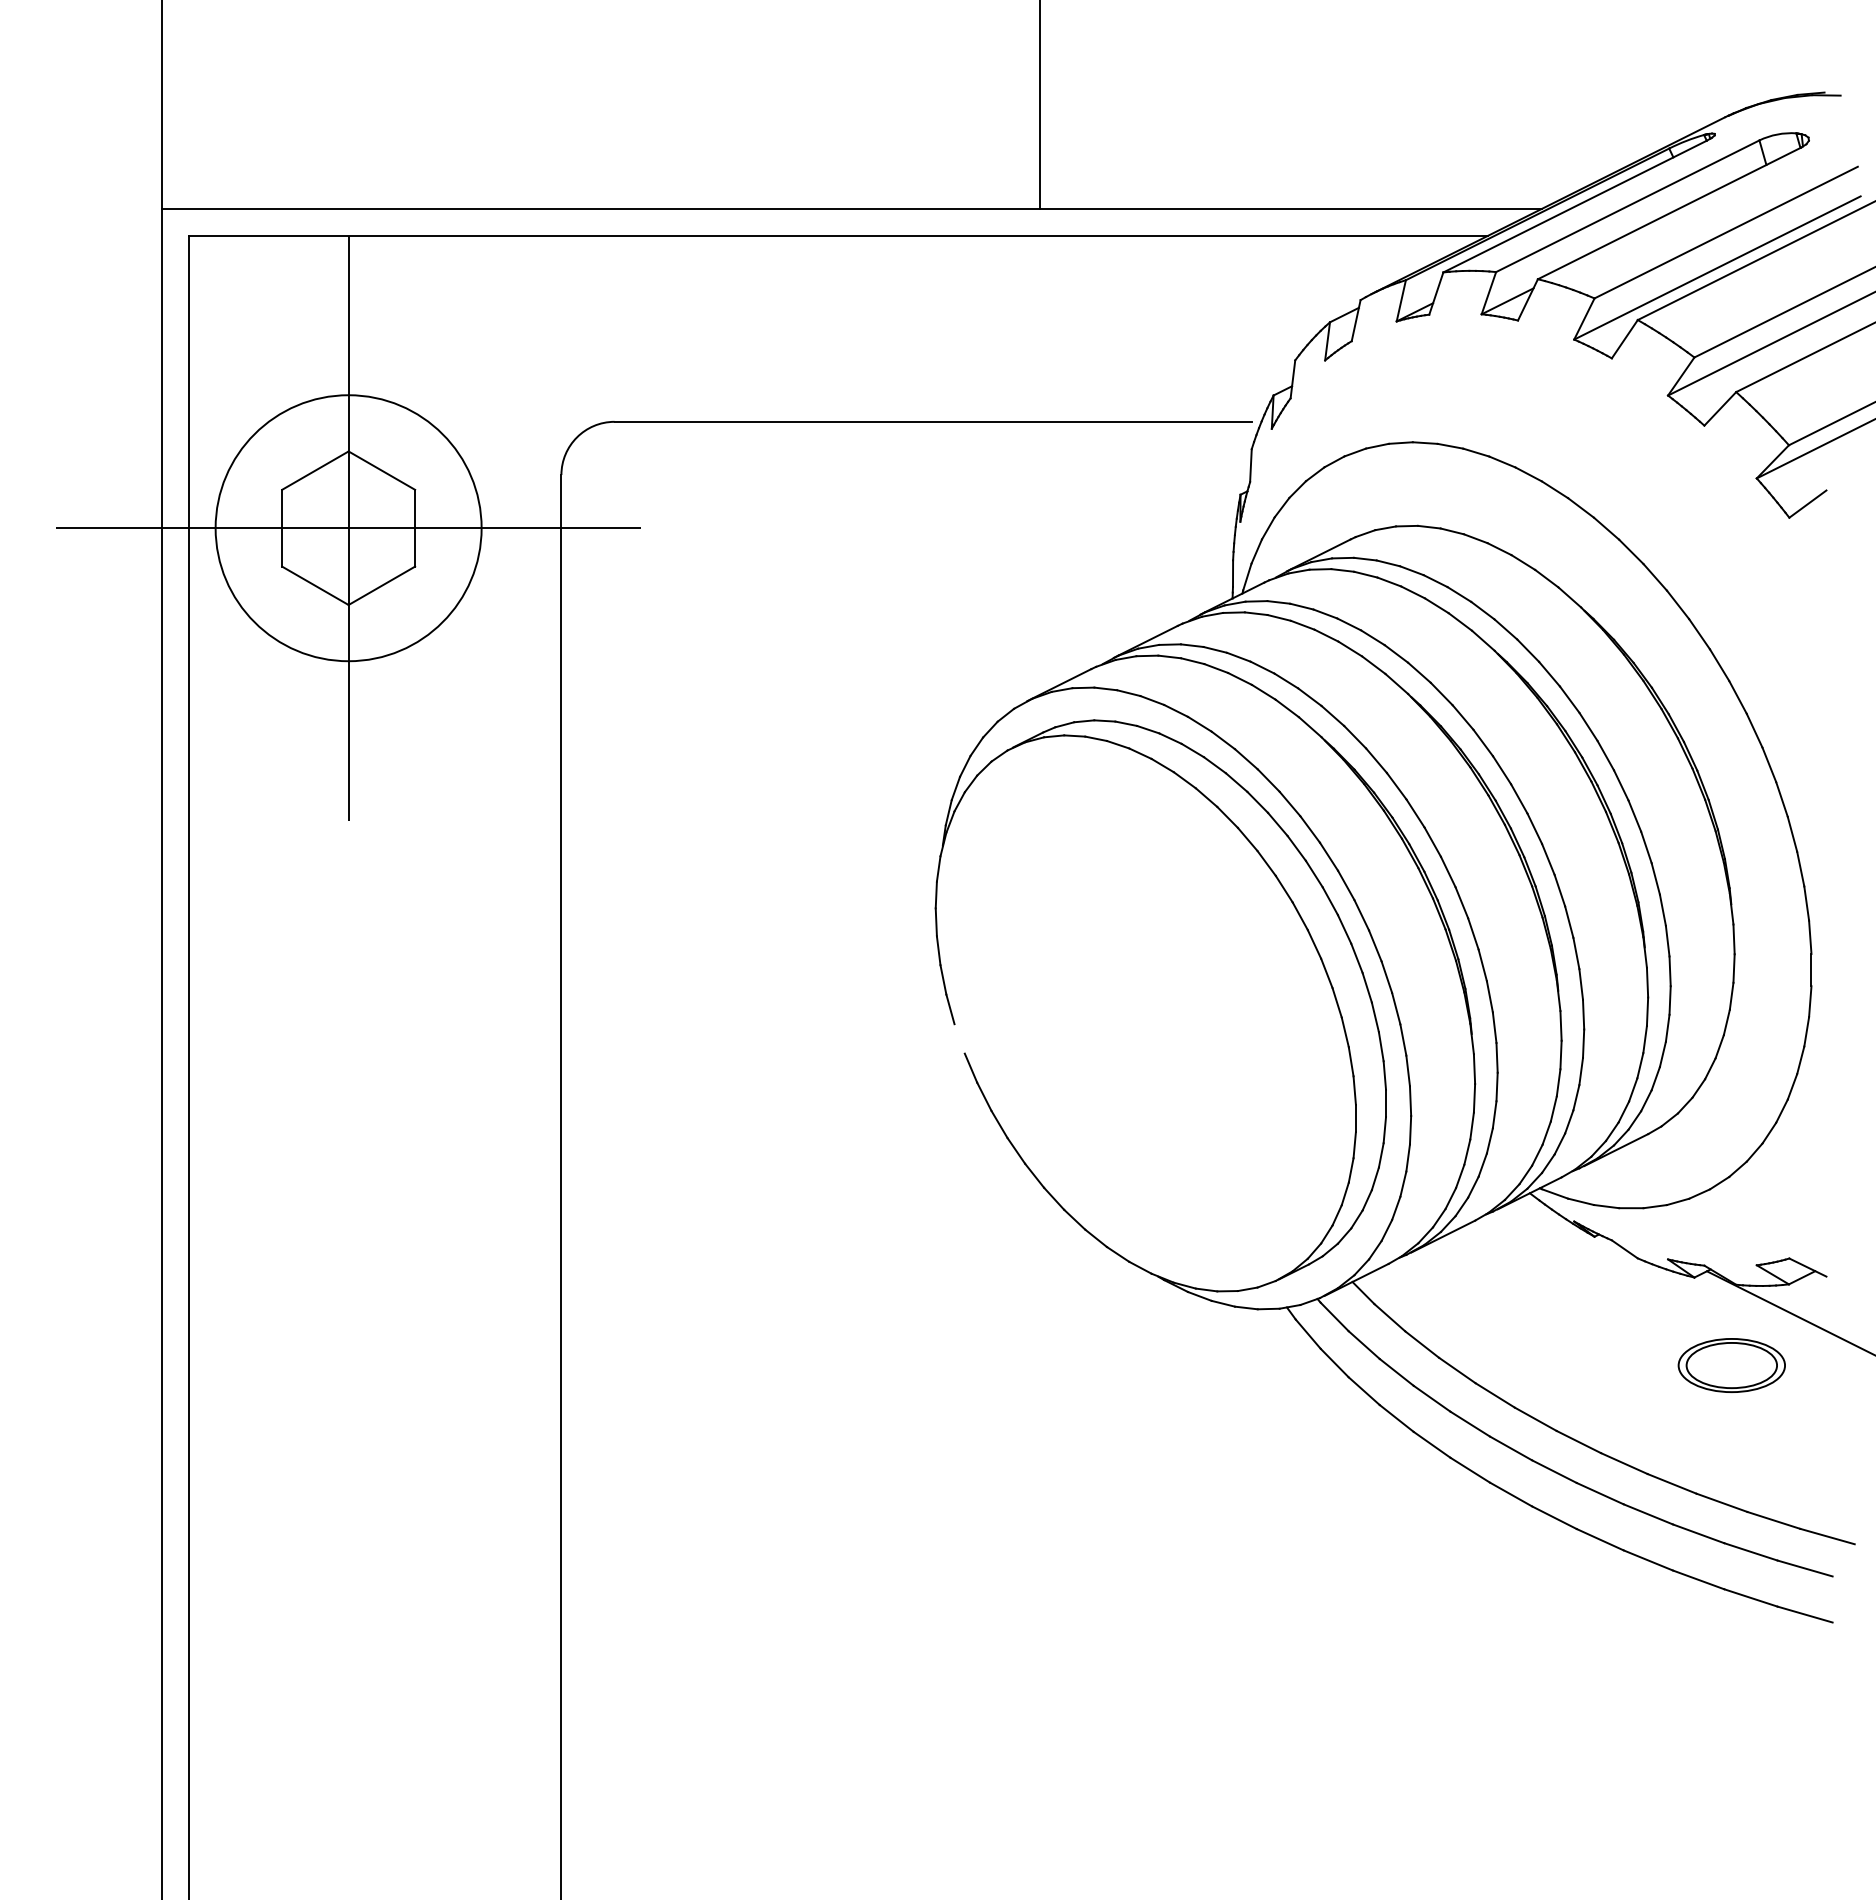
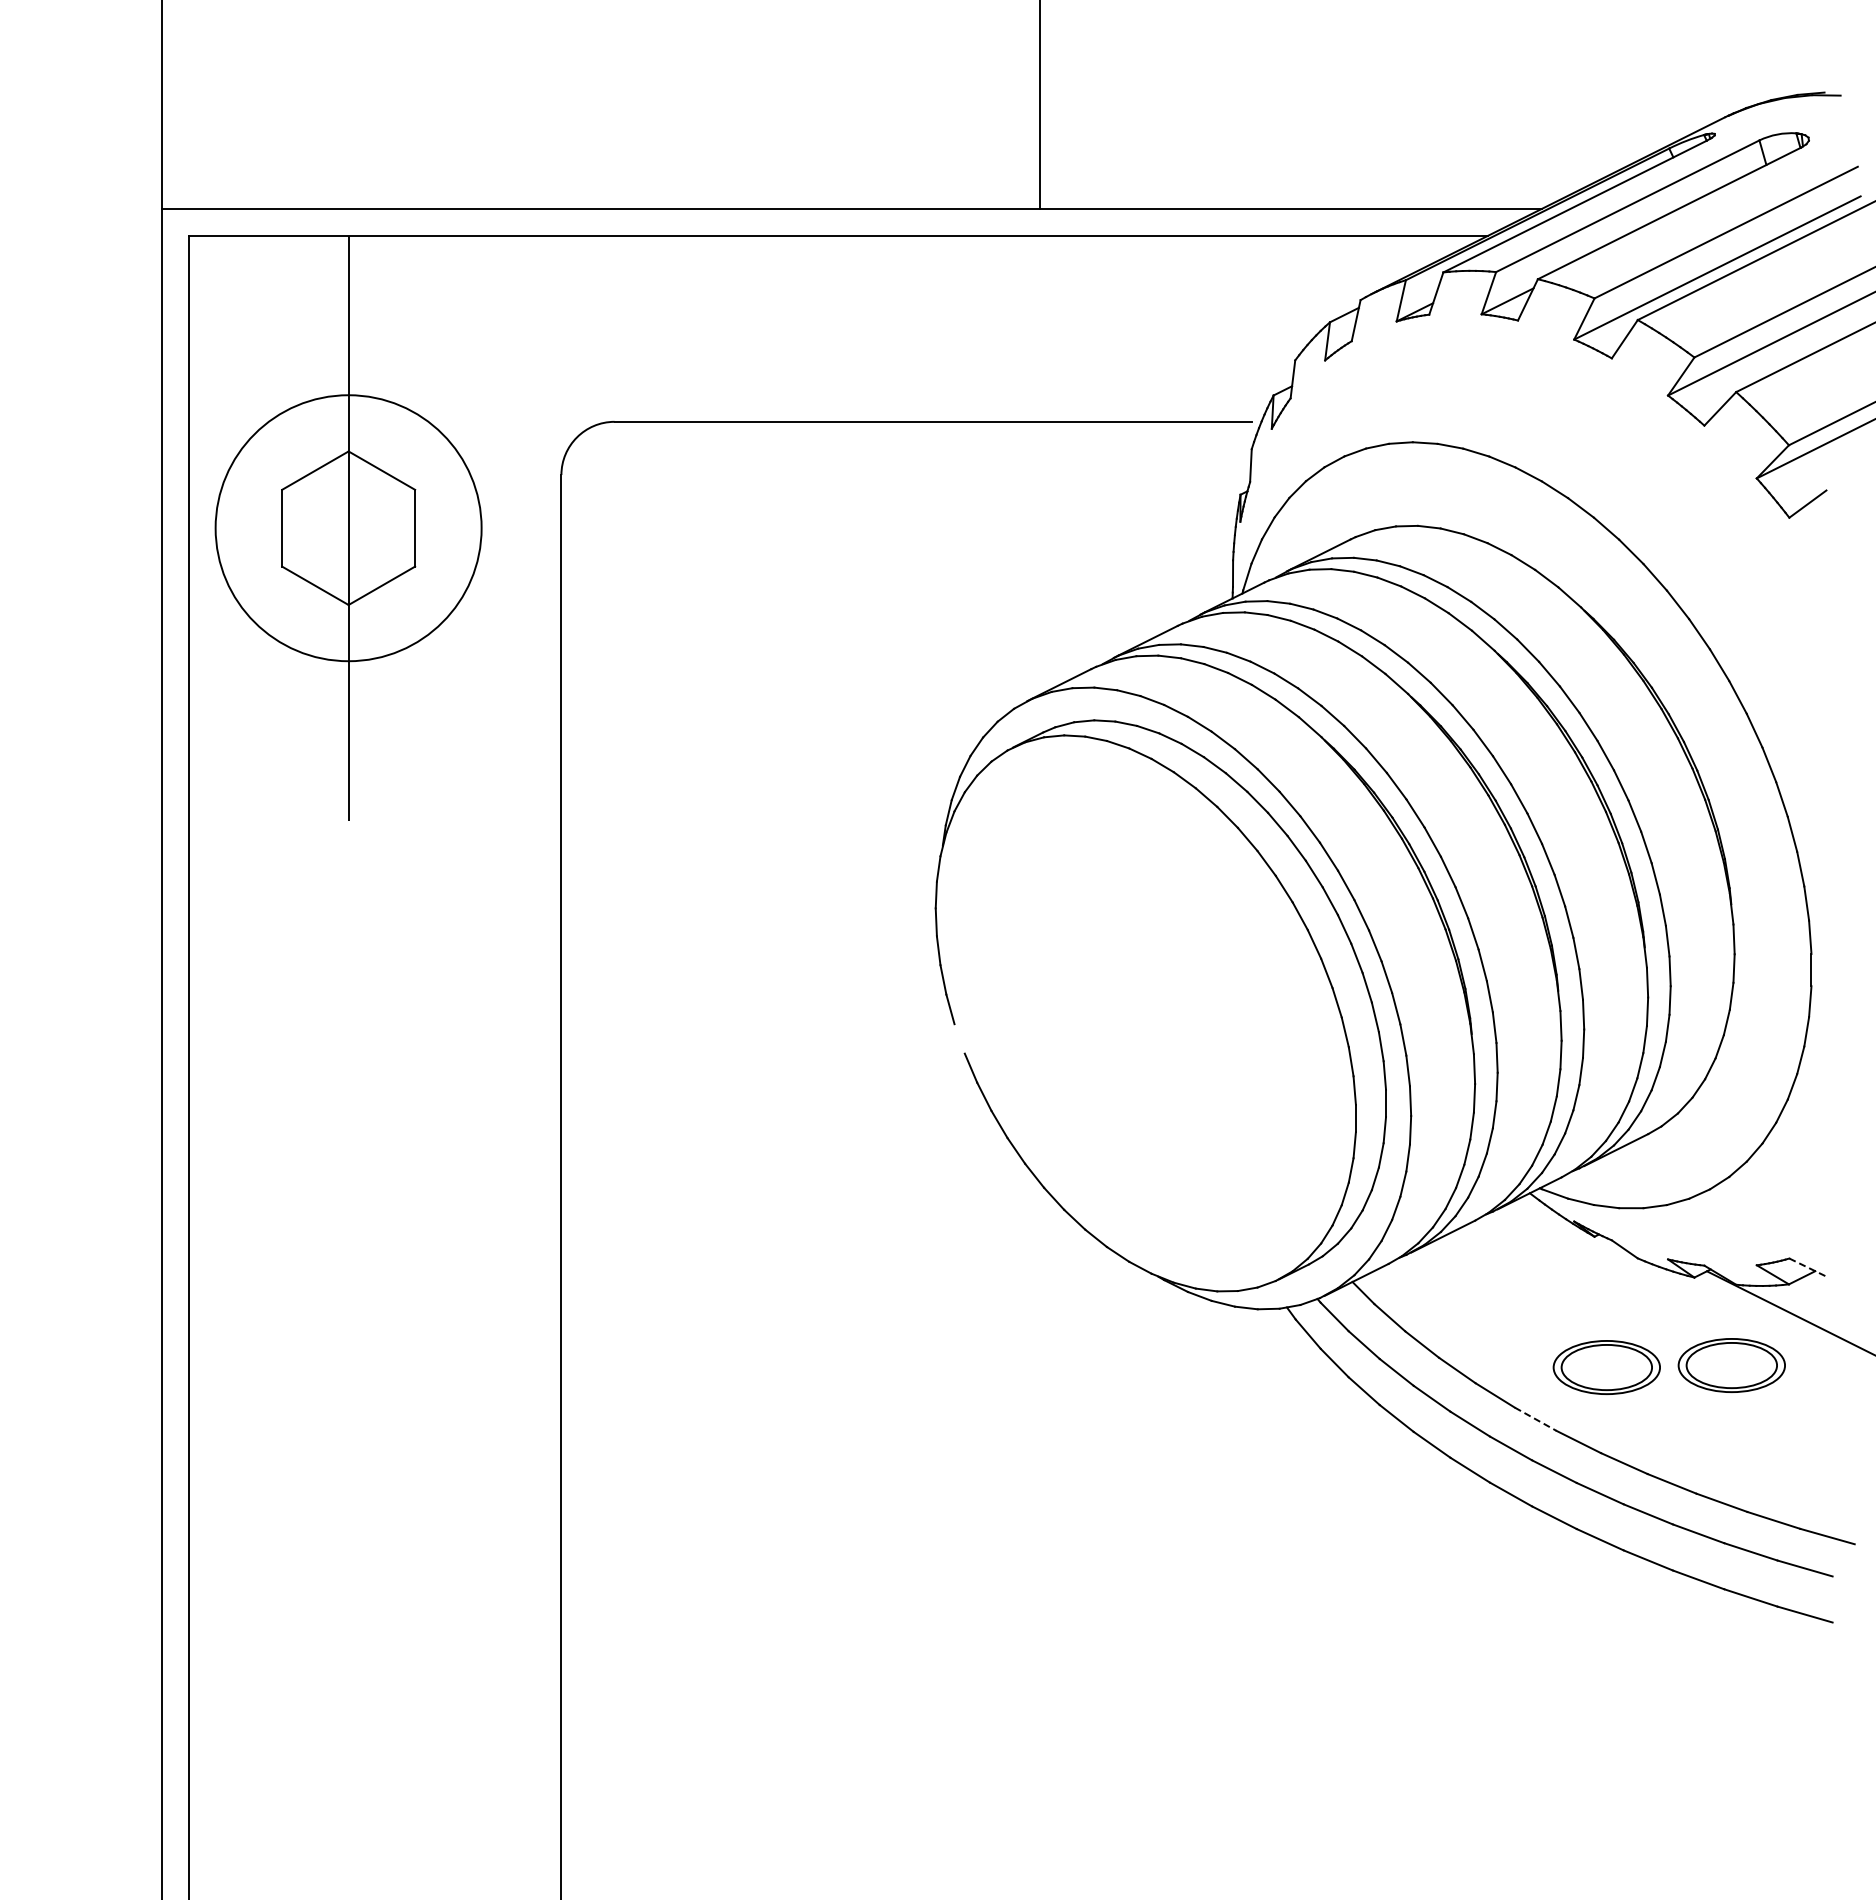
line at (348, 528): present -> none
line at (1807, 1267): solid -> dashed
part at (1606, 1367): none -> present
line at (1535, 1419): solid -> dashed
